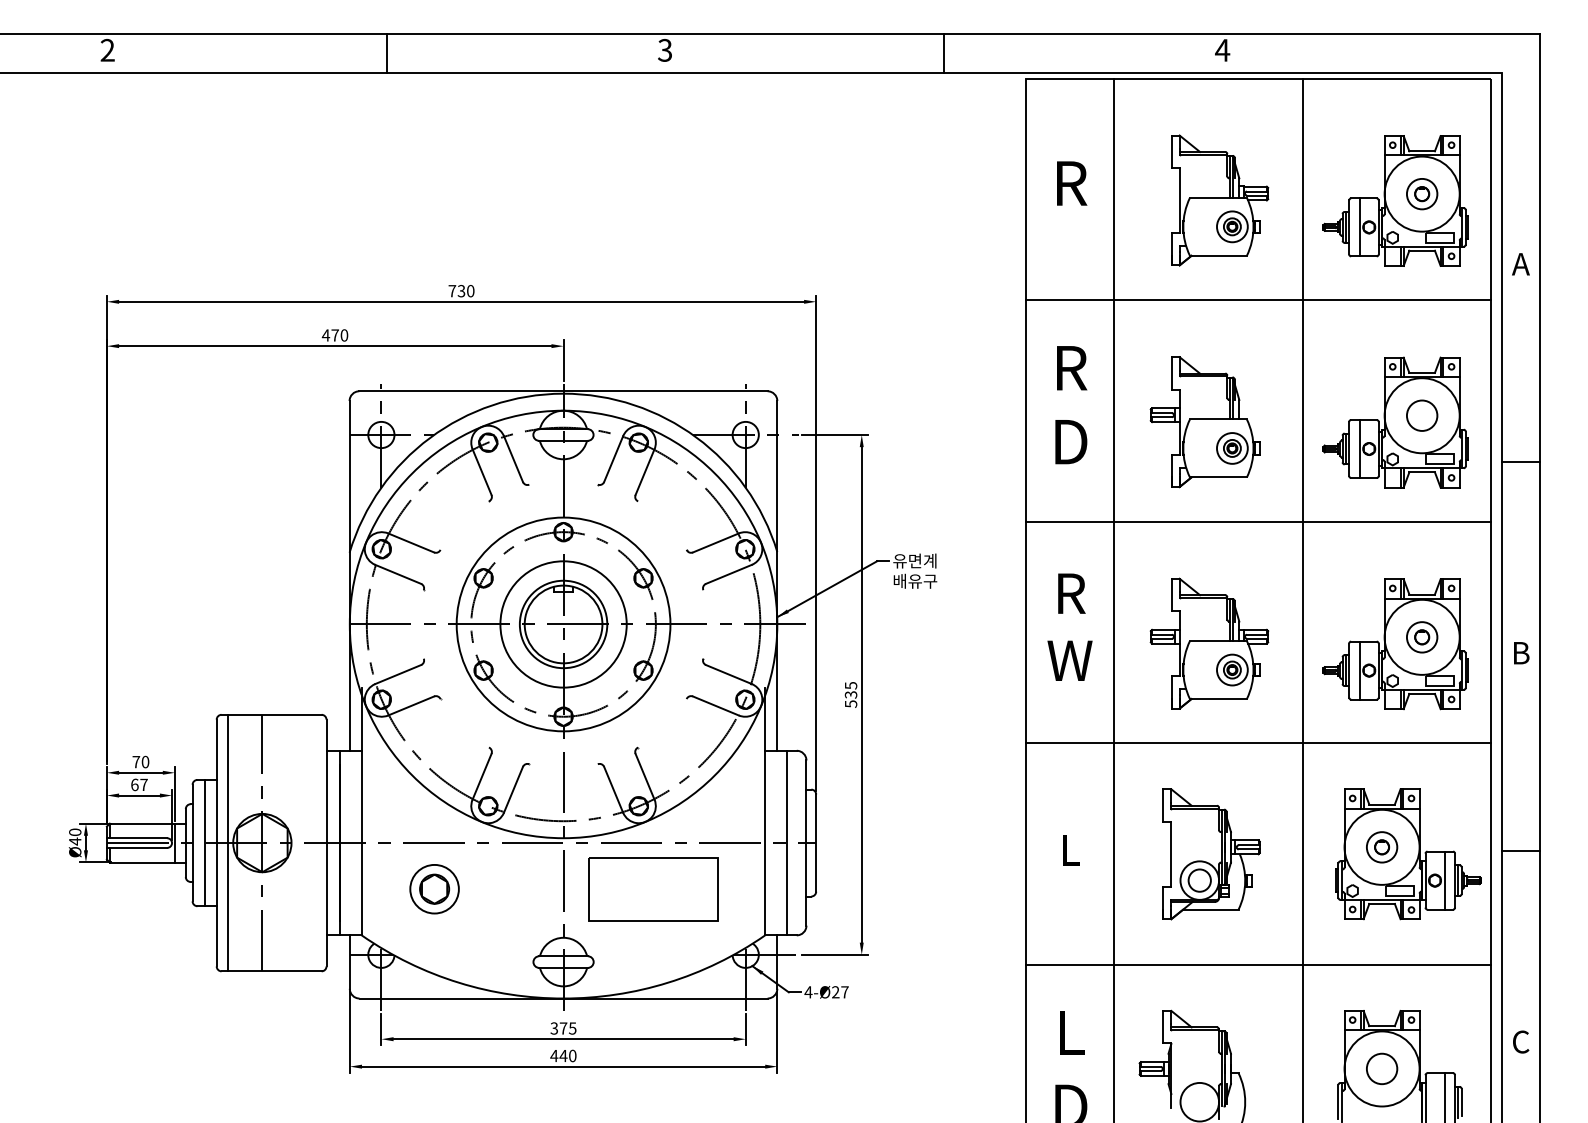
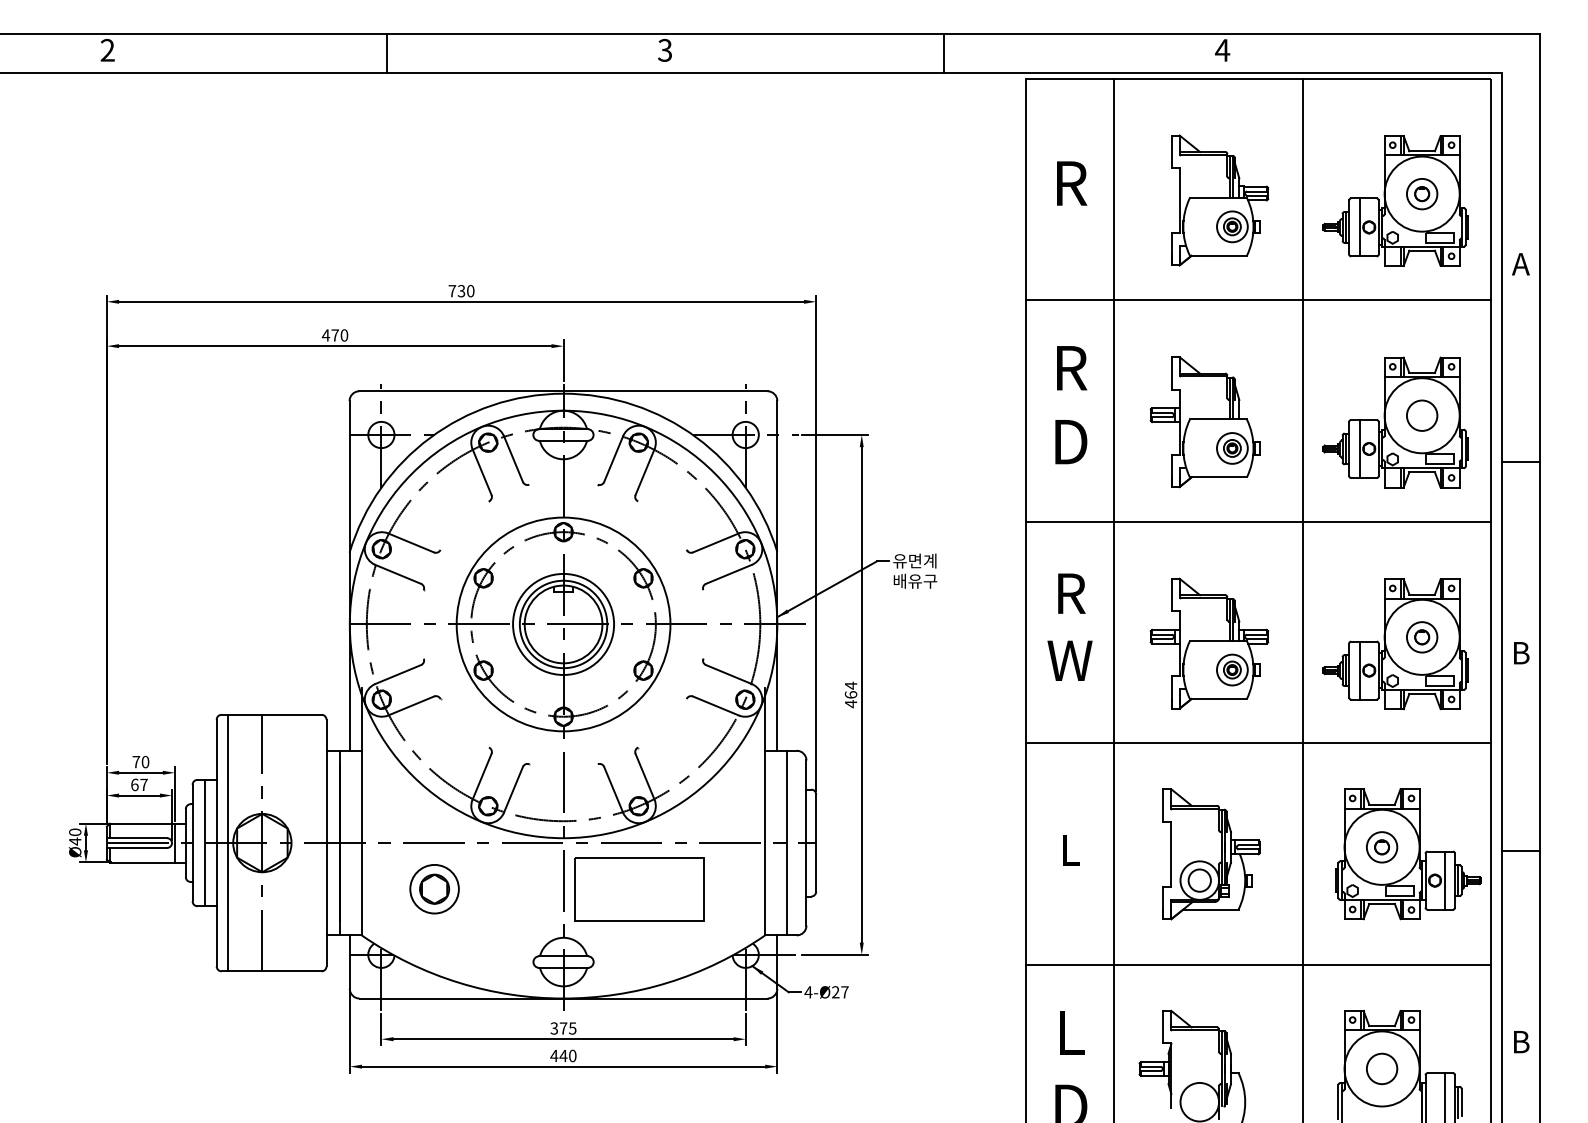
circle at (563, 624) diameter: 126 px -> 101 px
text at (850, 694): 535 -> 464
part at (653, 889) position: (653, 889) -> (639, 889)
text at (1521, 1041): C -> B
